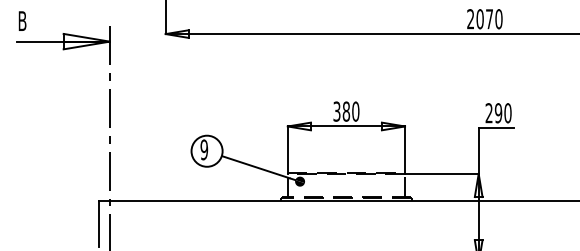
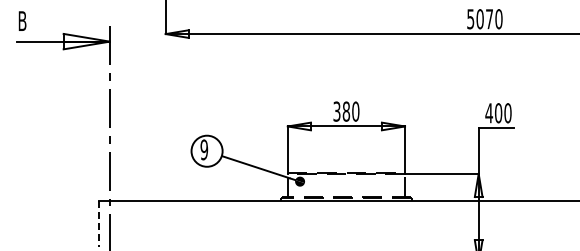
text at (470, 19): 2070 -> 5070
text at (493, 113): 290 -> 400
line at (99, 224): solid -> dashed
